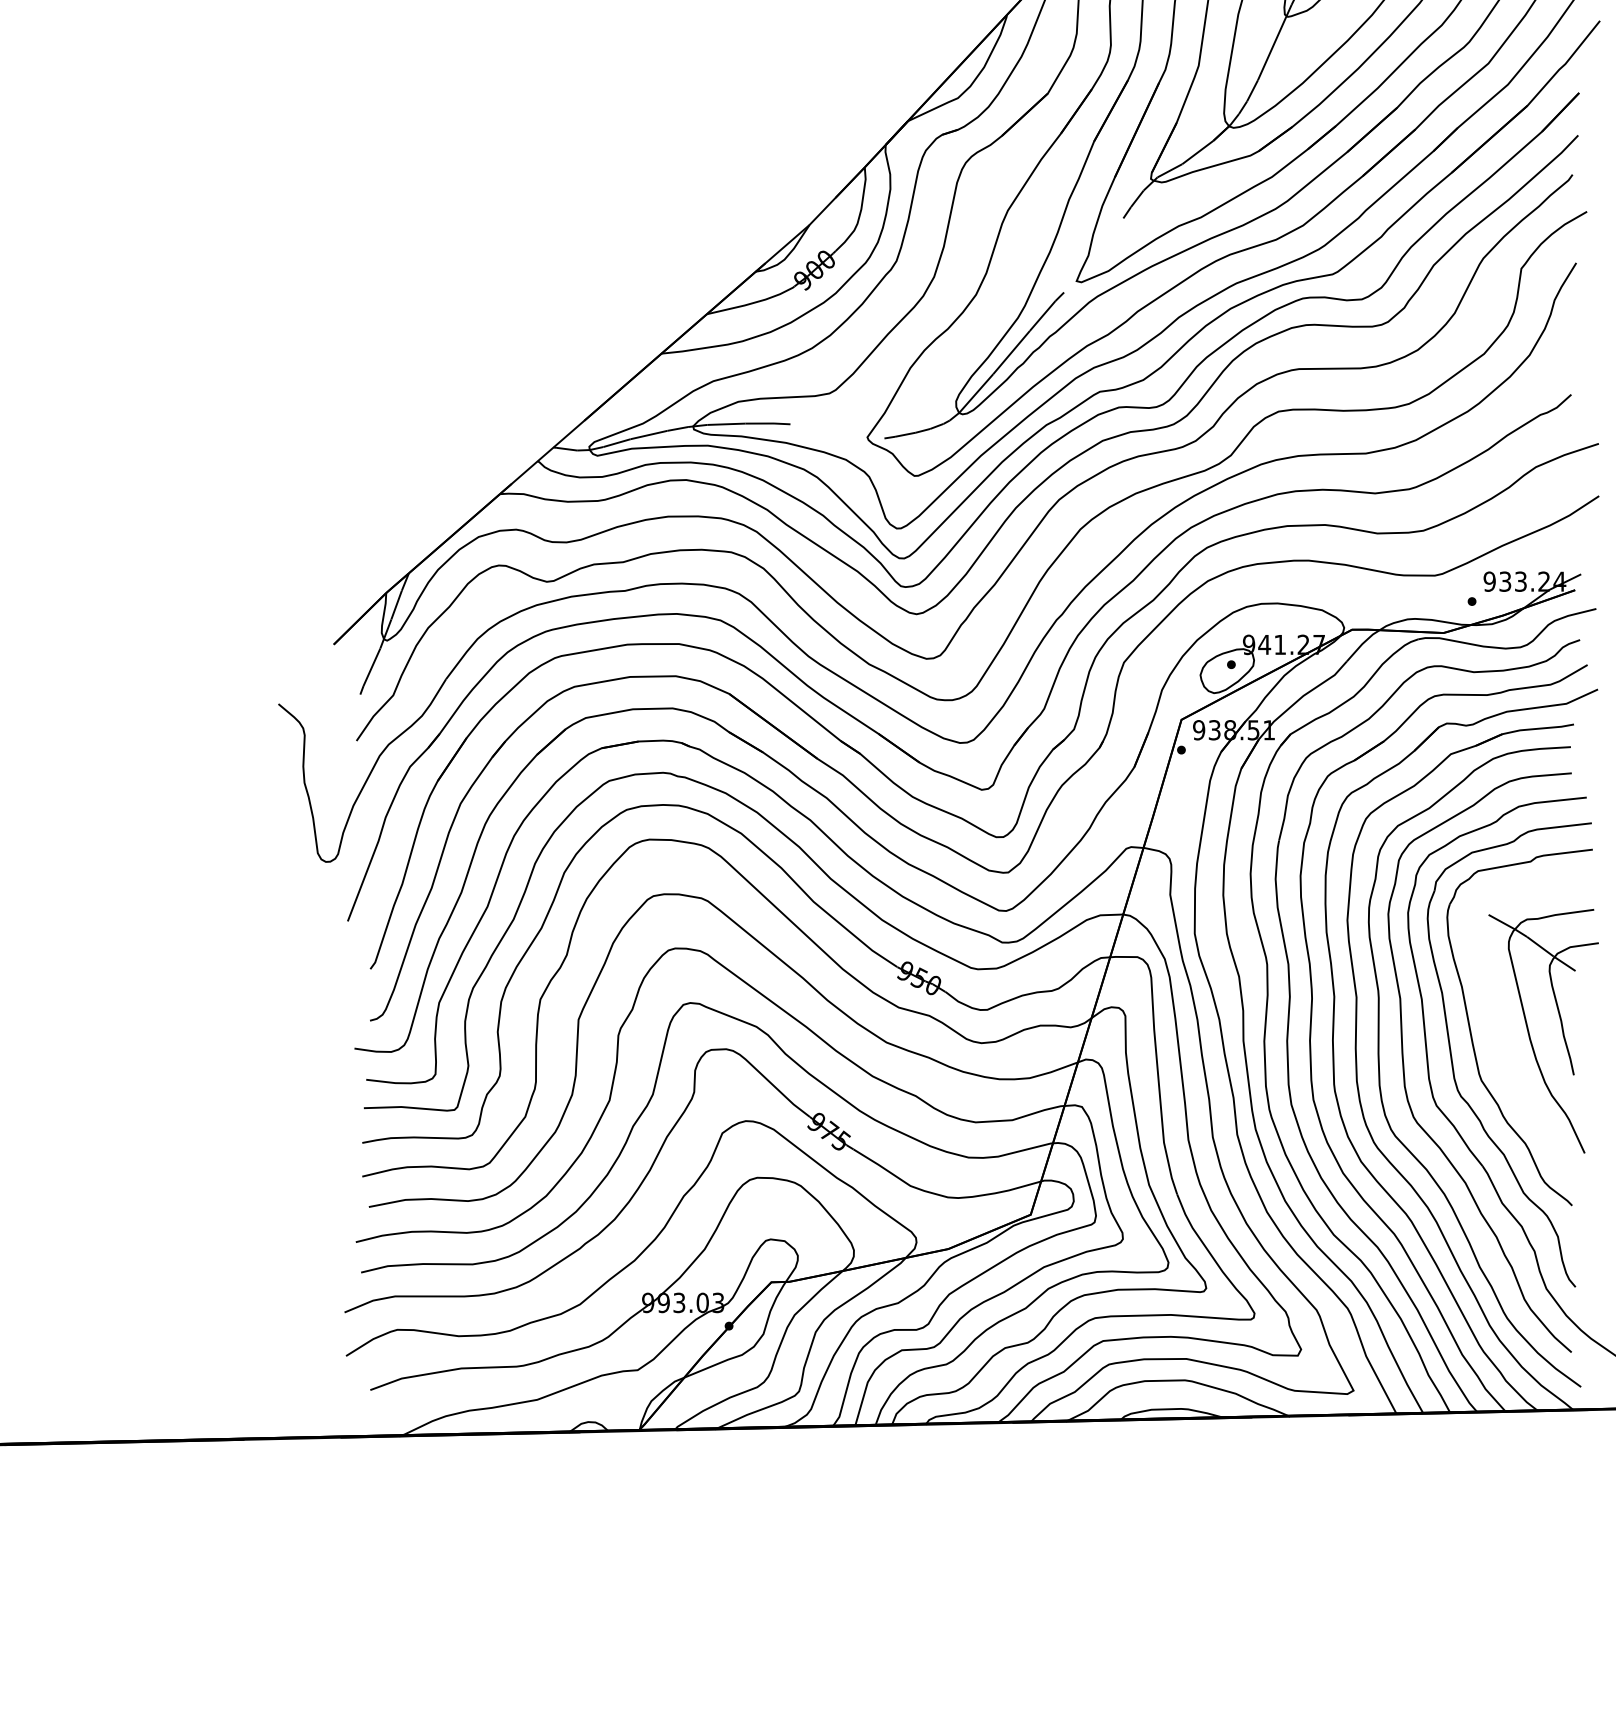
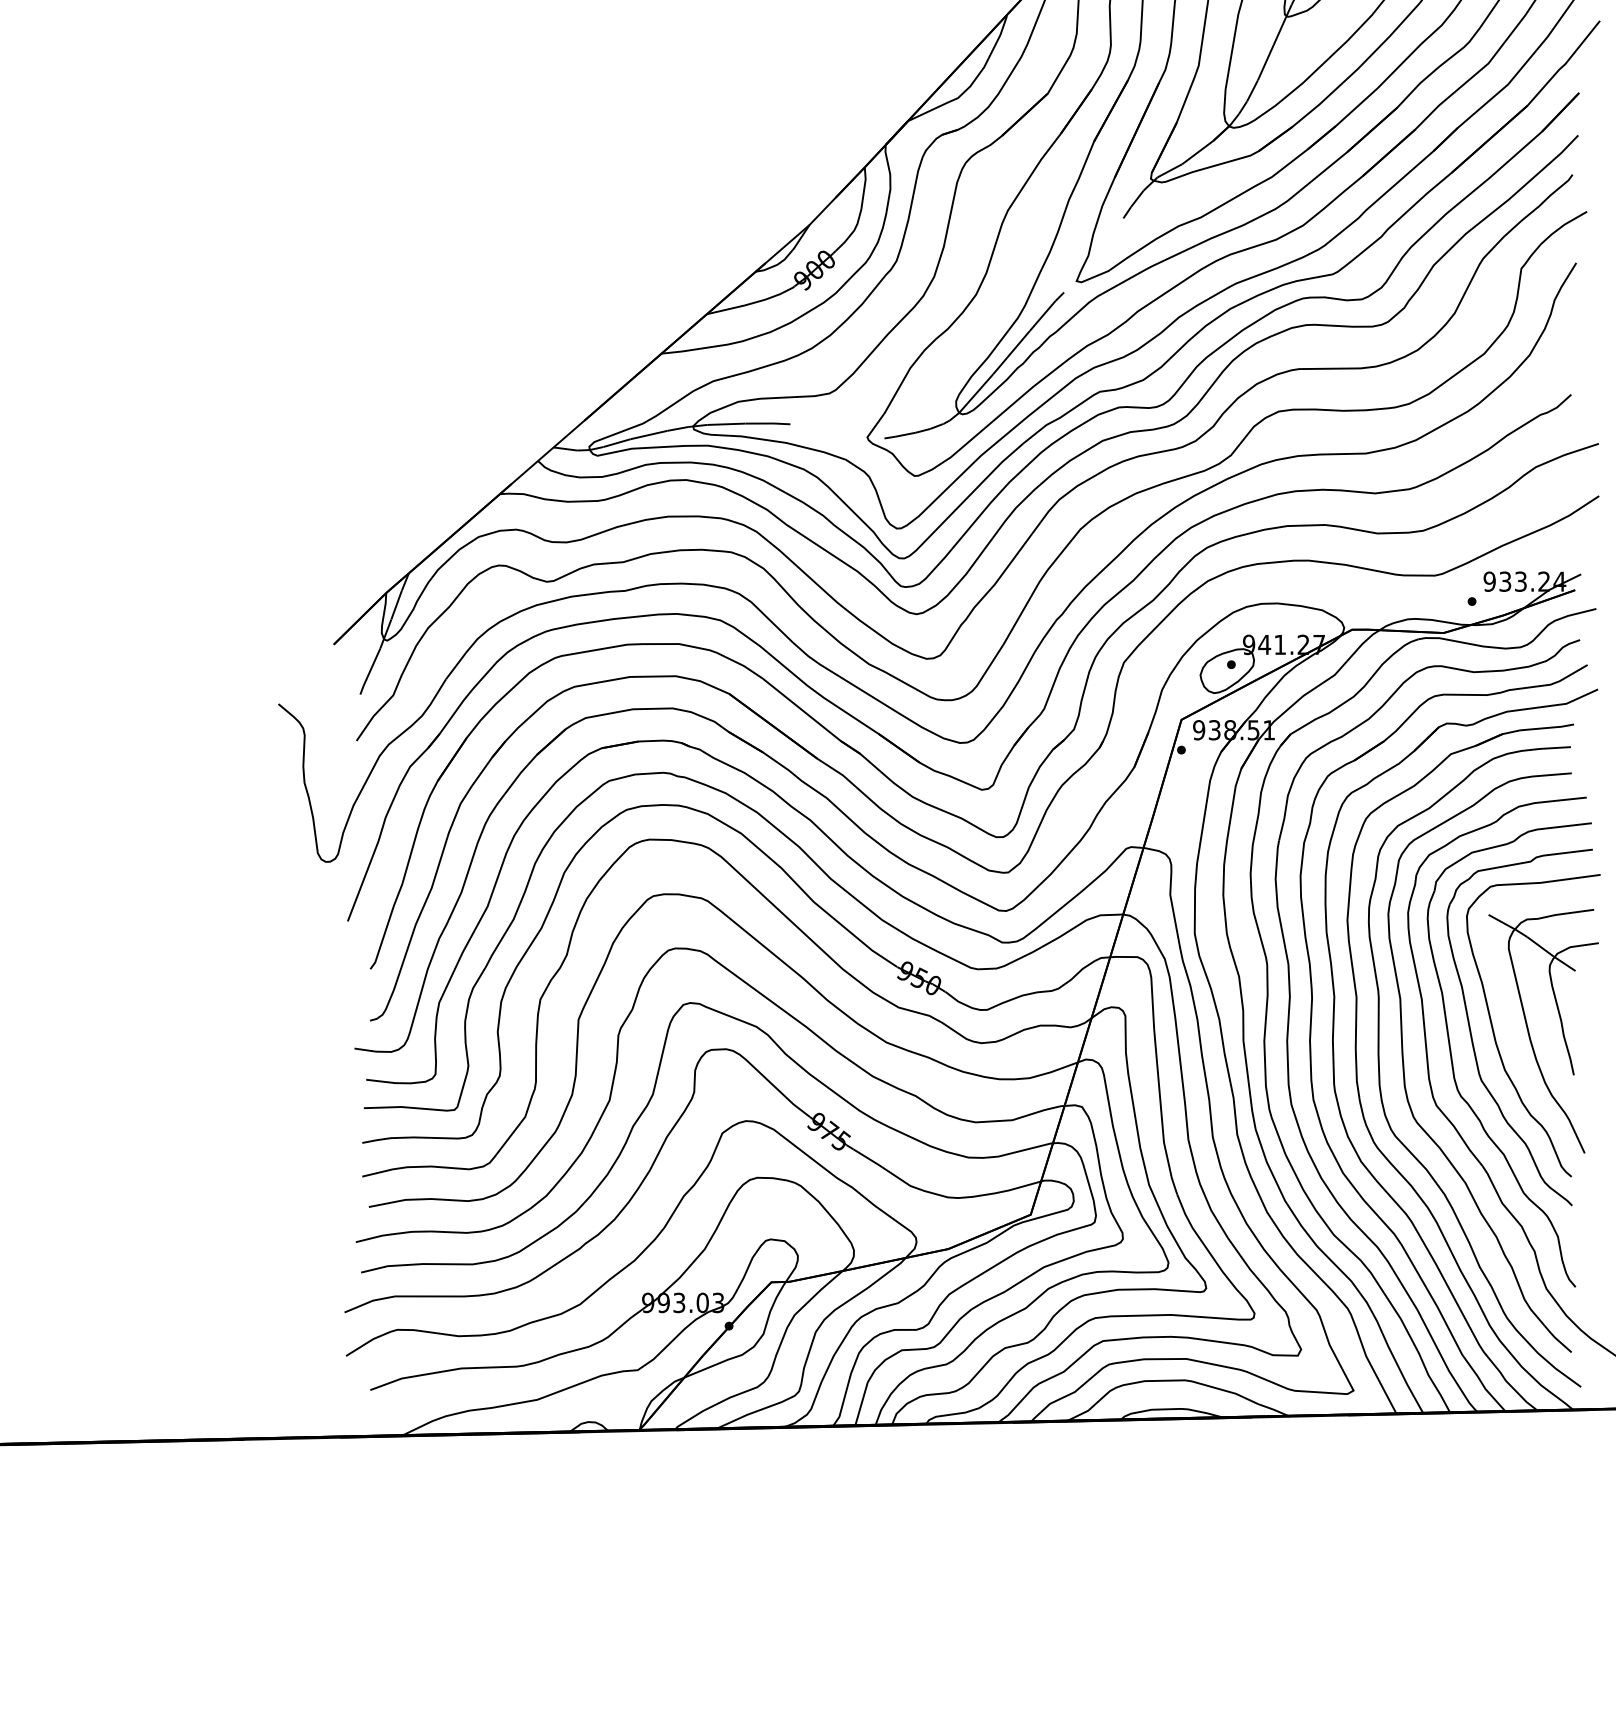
curve at (1495, 1035): none -> present
